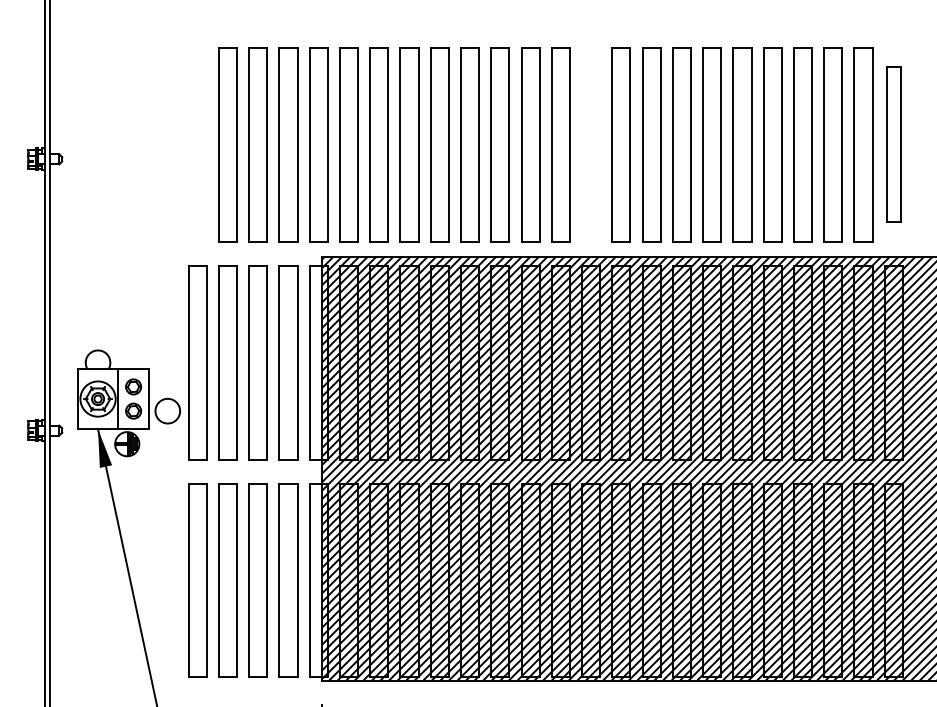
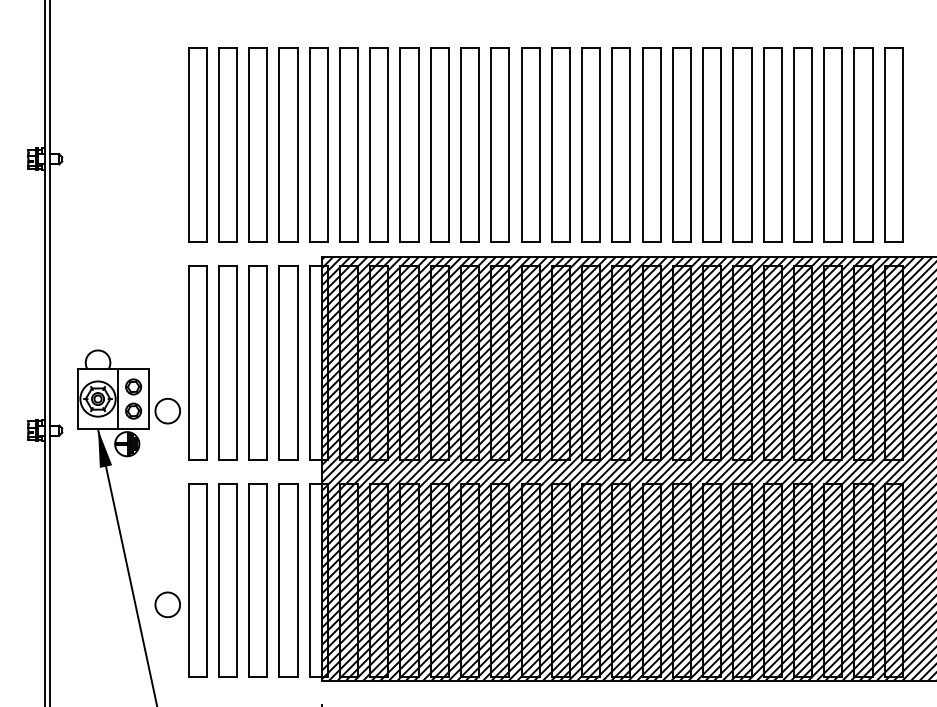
part at (197, 144): none -> present
part at (590, 144): none -> present
part at (893, 144) size: 16x157 px -> 20x196 px
circle at (167, 604): none -> present
